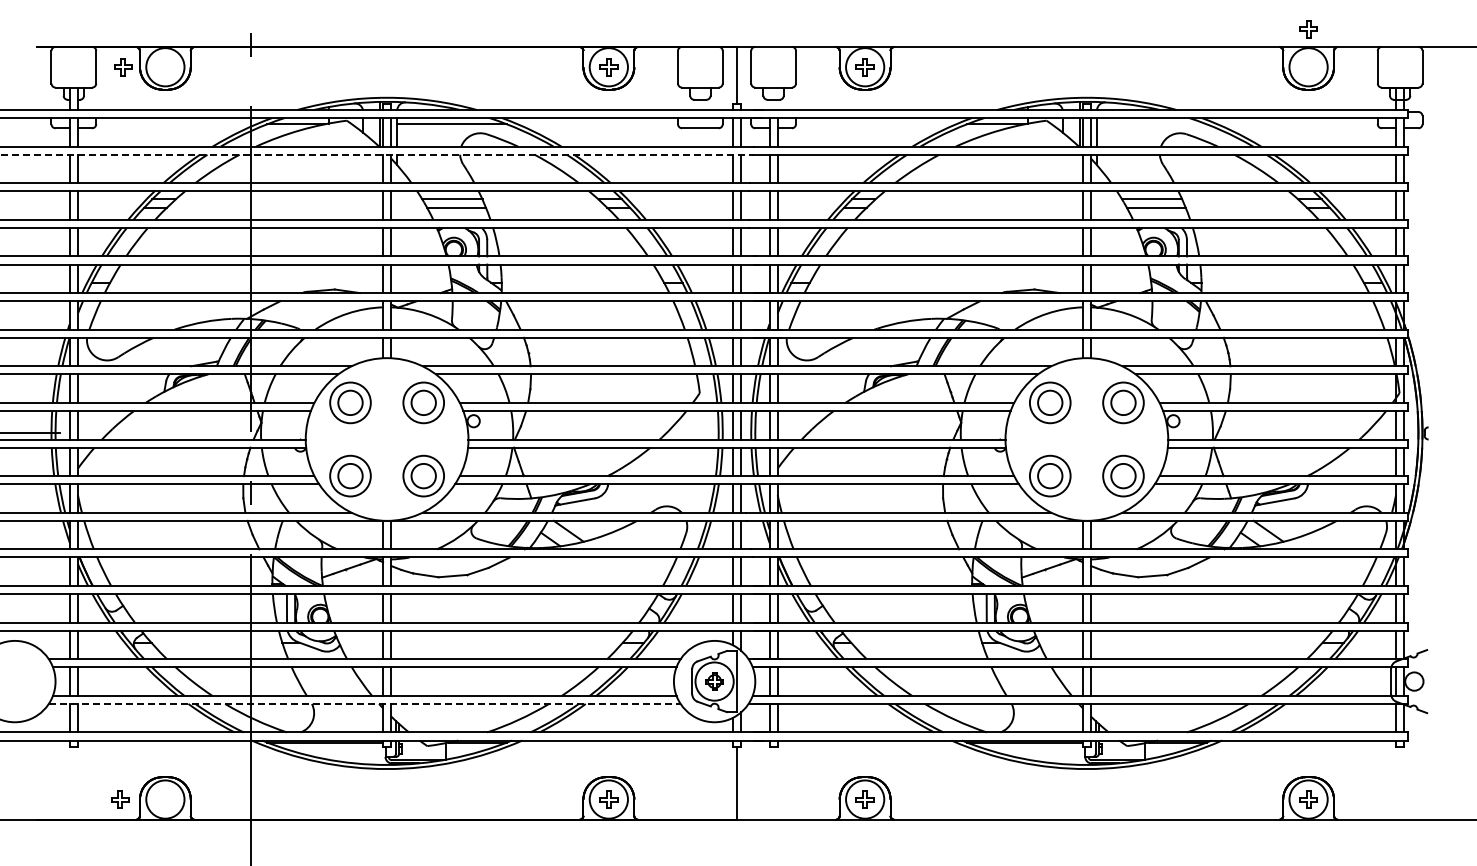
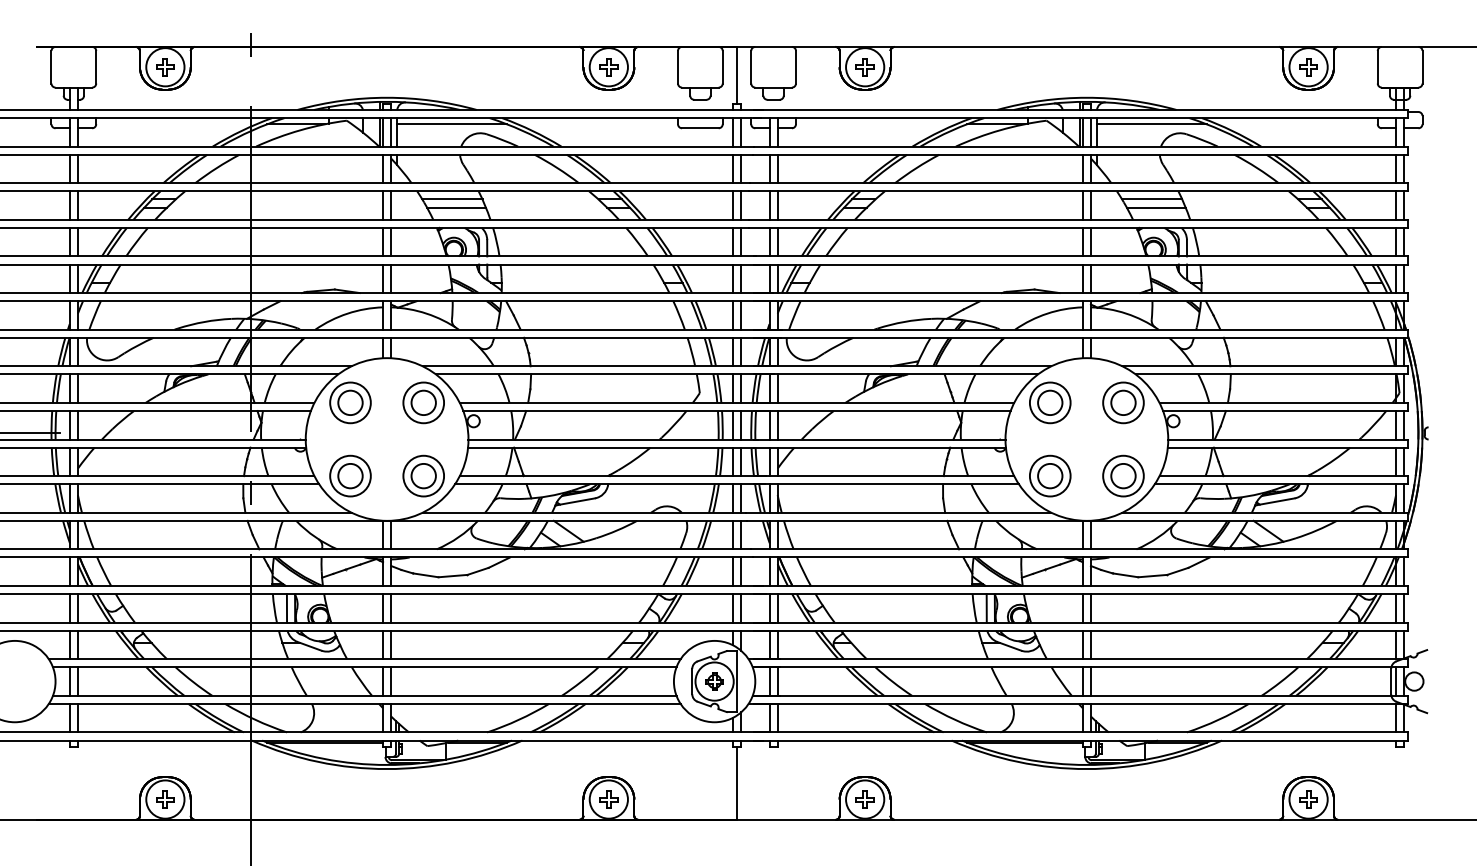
part at (1308, 29) position: (1308, 29) -> (1308, 67)
part at (123, 67) position: (123, 67) -> (165, 67)
line at (1151, 124): none -> present
line at (376, 154): dashed -> solid
line at (364, 703): dashed -> solid
part at (120, 799) position: (120, 799) -> (165, 799)
